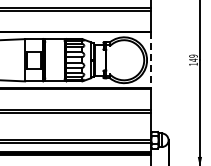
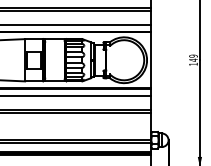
line at (76, 24): none -> present
line at (151, 60): dashed -> solid
line at (76, 95): none -> present
